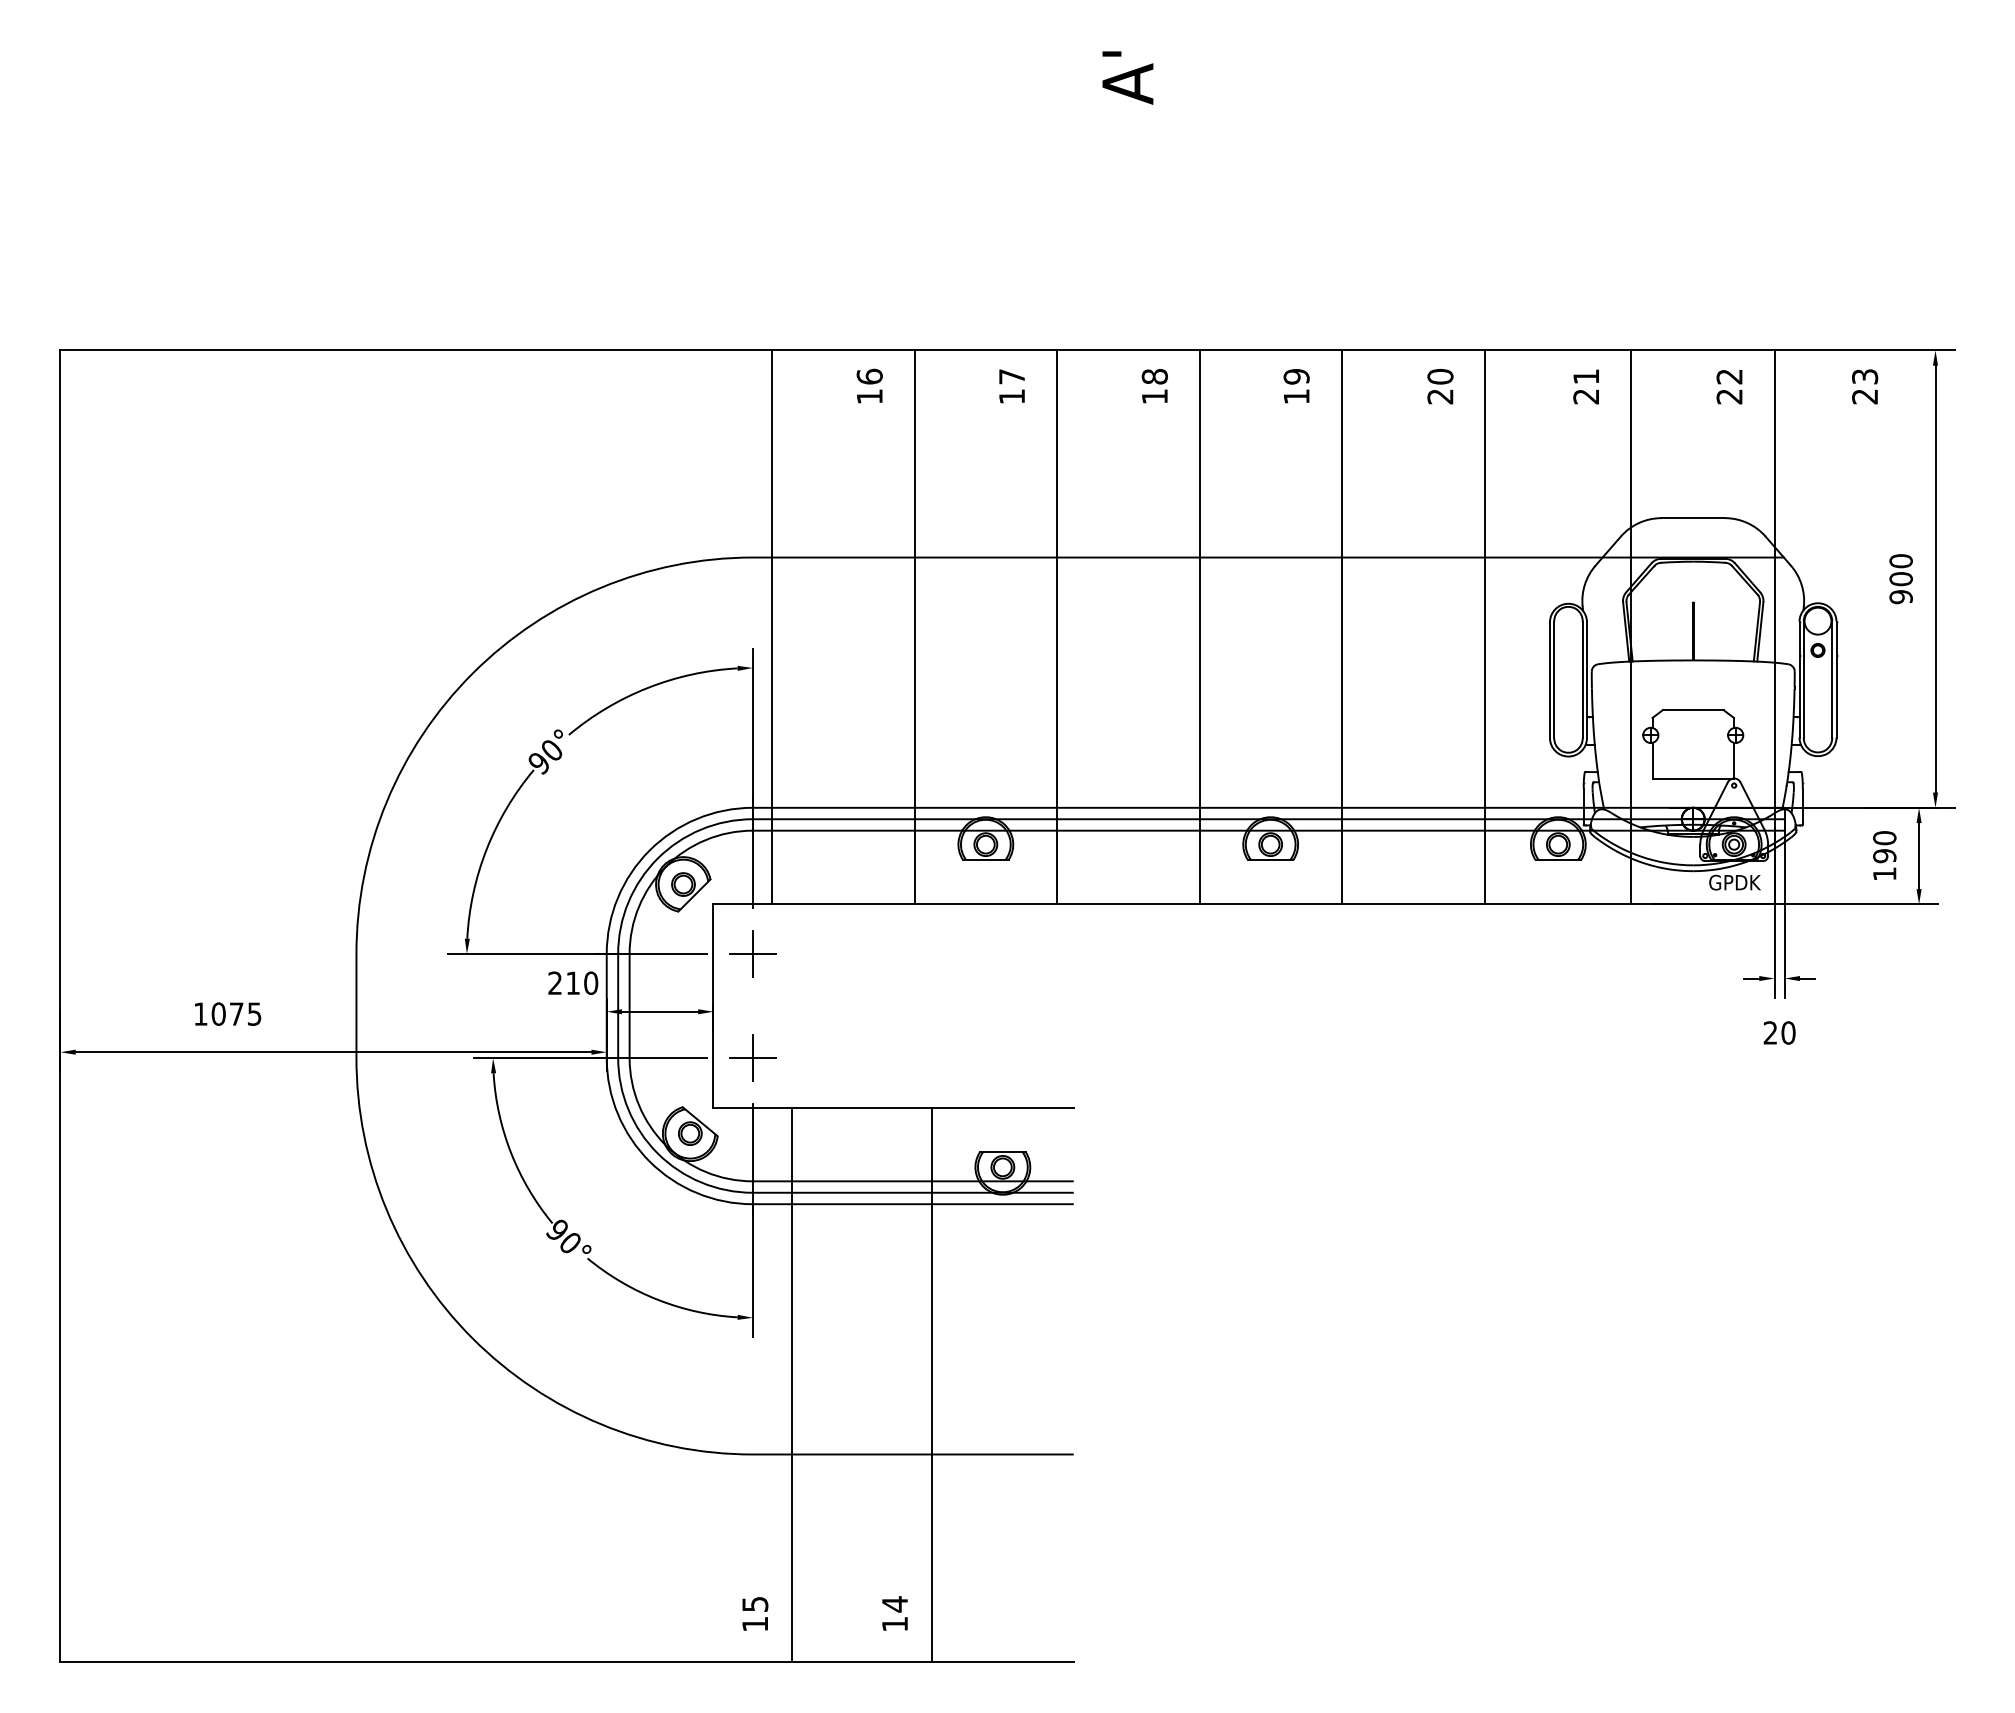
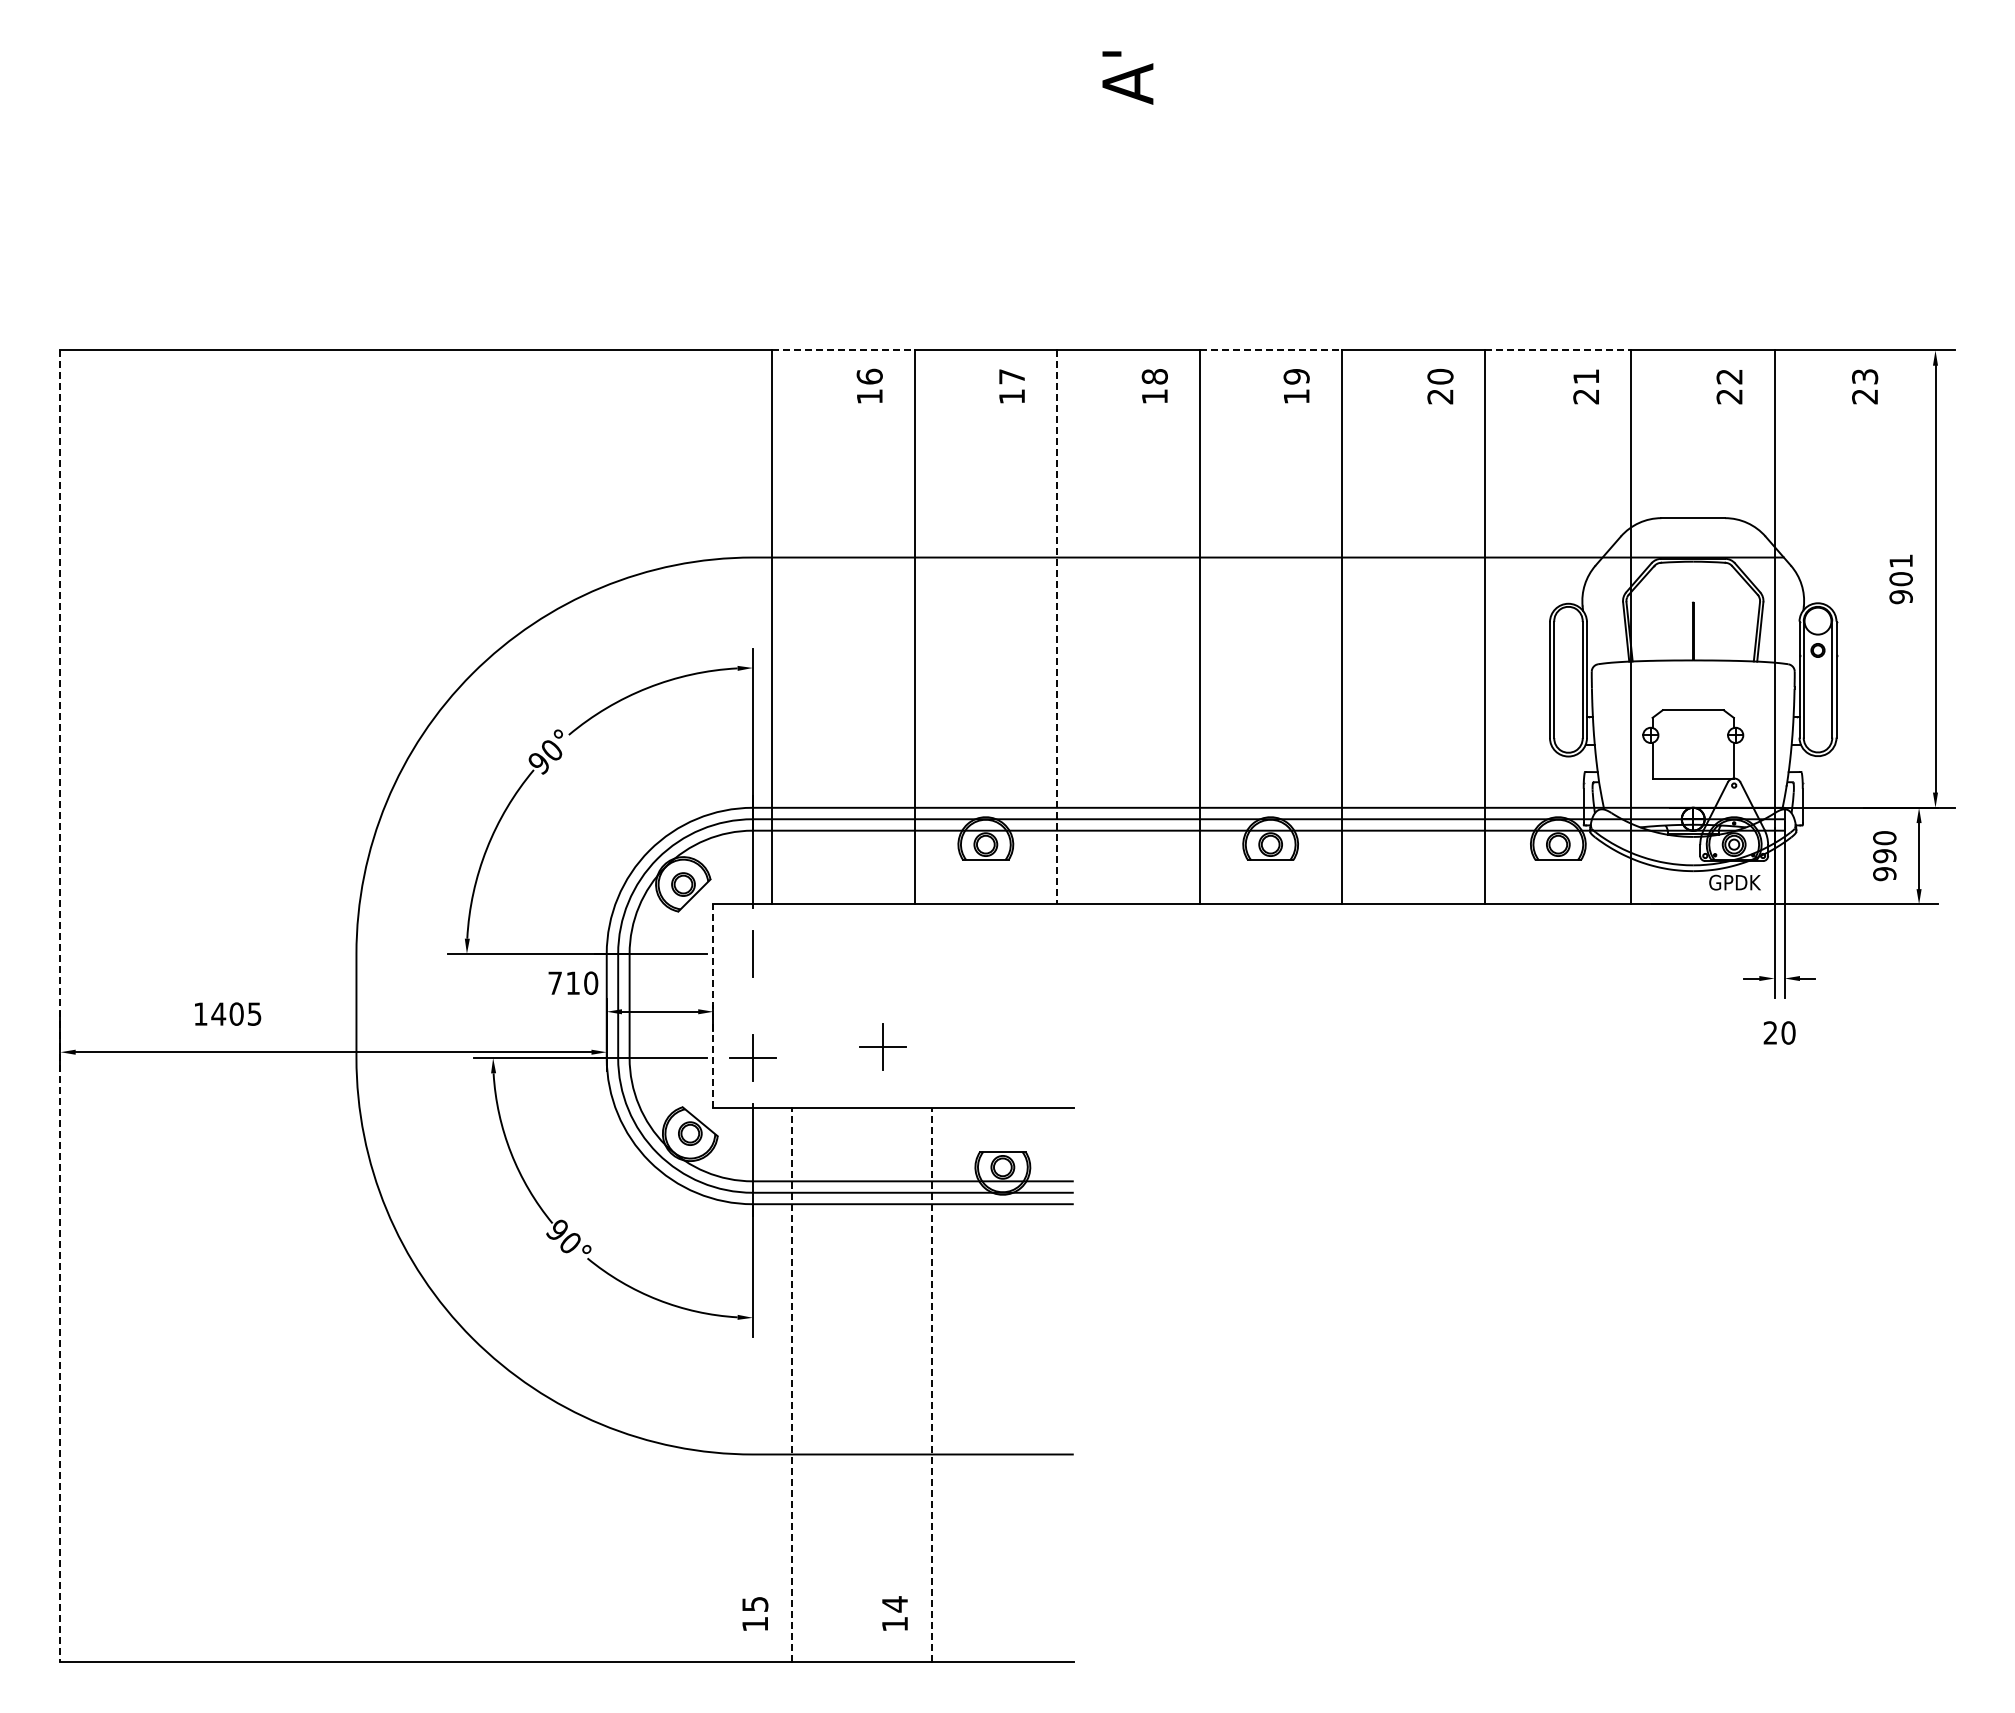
line at (843, 350): solid -> dashed
line at (1270, 350): solid -> dashed
line at (1558, 350): solid -> dashed
text at (1900, 561): 900 -> 901
line at (1057, 627): solid -> dashed
text at (1884, 874): 190 -> 990
line at (752, 953): present -> none
text at (554, 982): 210 -> 710
line at (60, 1006): solid -> dashed
line at (713, 1006): solid -> dashed
text at (227, 1013): 1075 -> 1405
part at (882, 1046): none -> present
line at (792, 1384): solid -> dashed
line at (931, 1384): solid -> dashed
